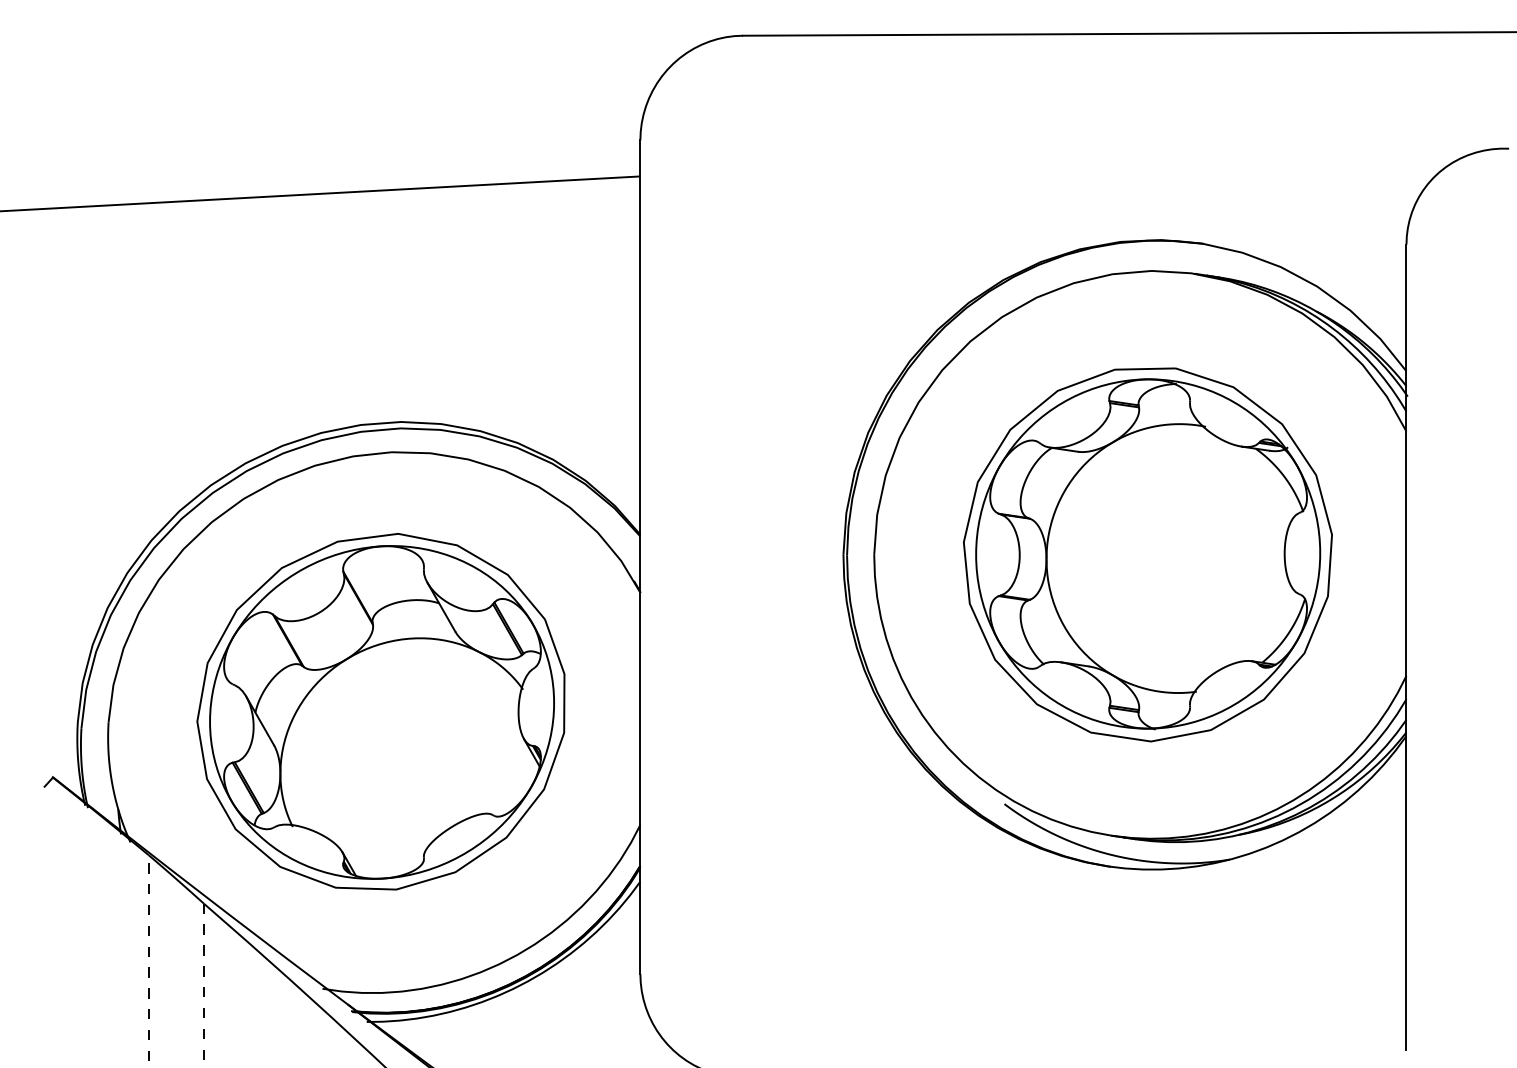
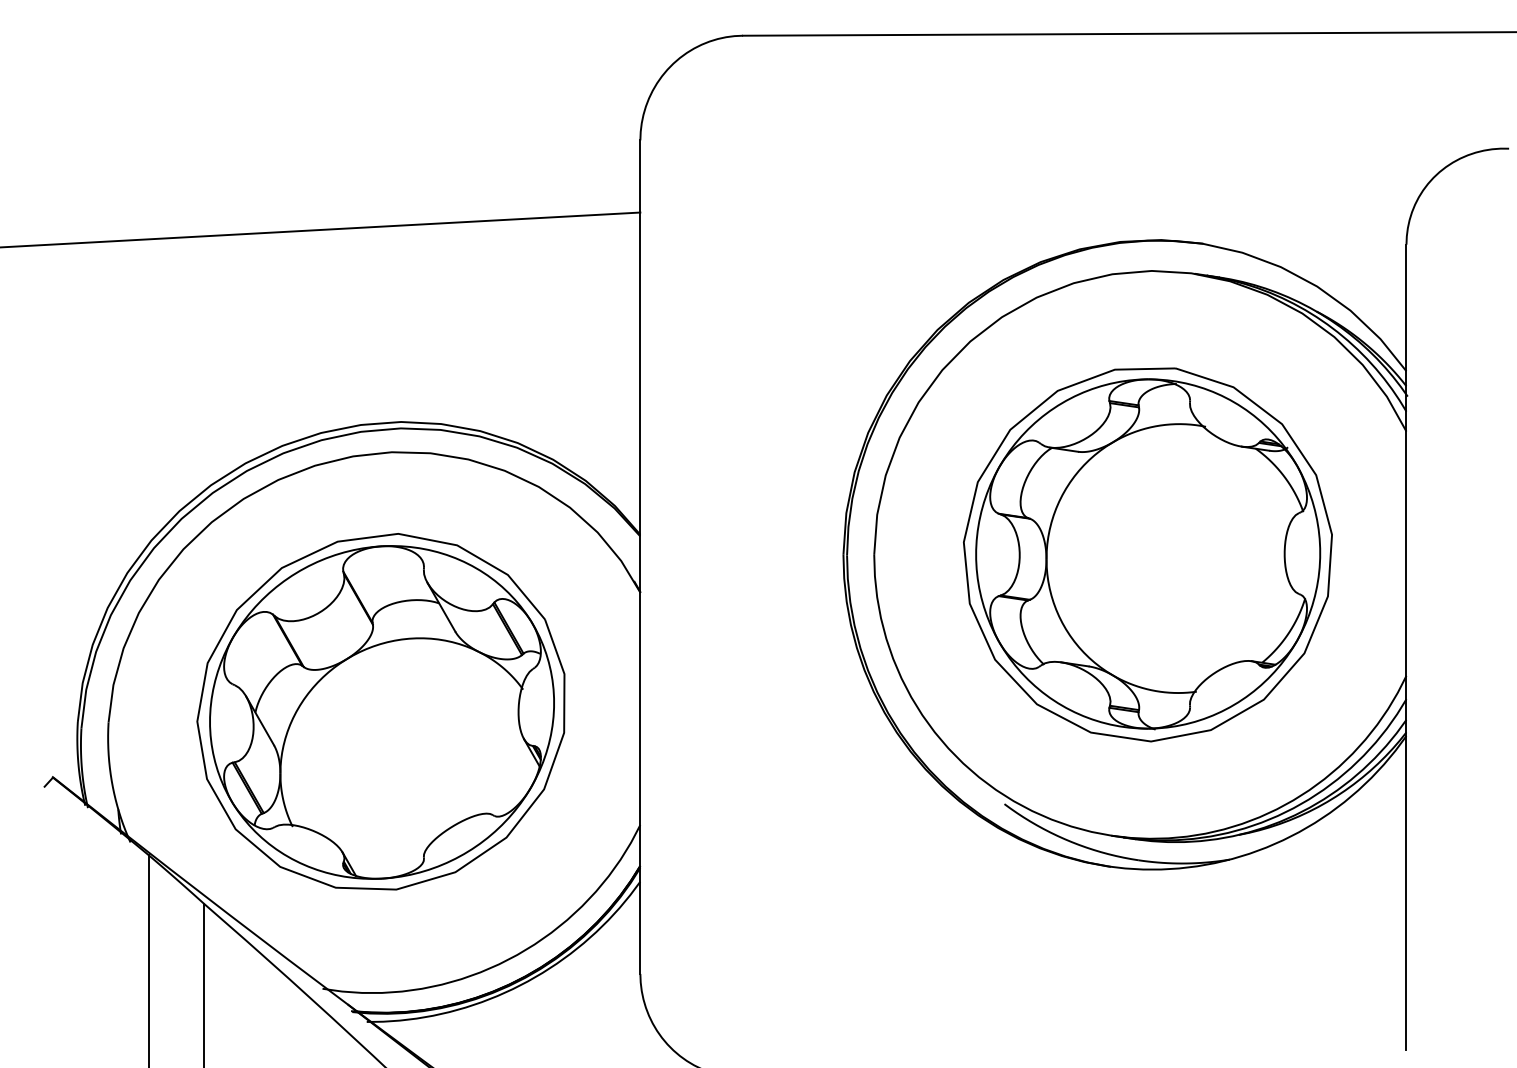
line at (320, 193) position: (320, 193) -> (321, 229)
line at (148, 961): dashed -> solid
line at (203, 985): dashed -> solid
